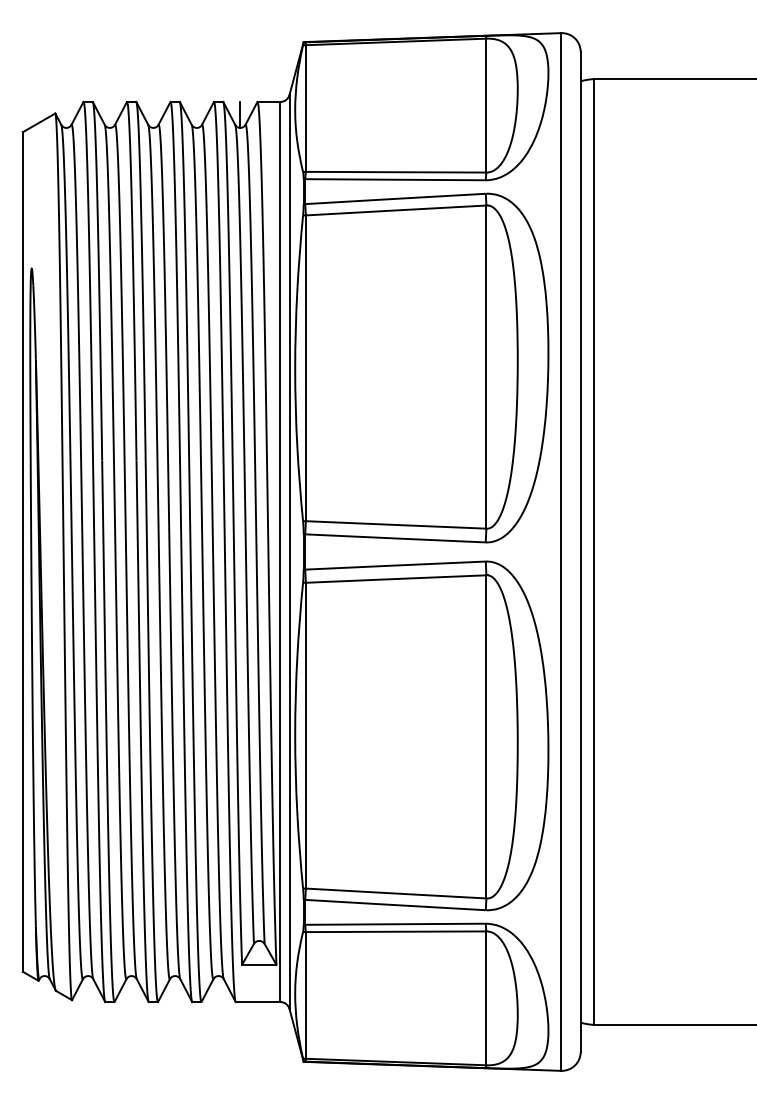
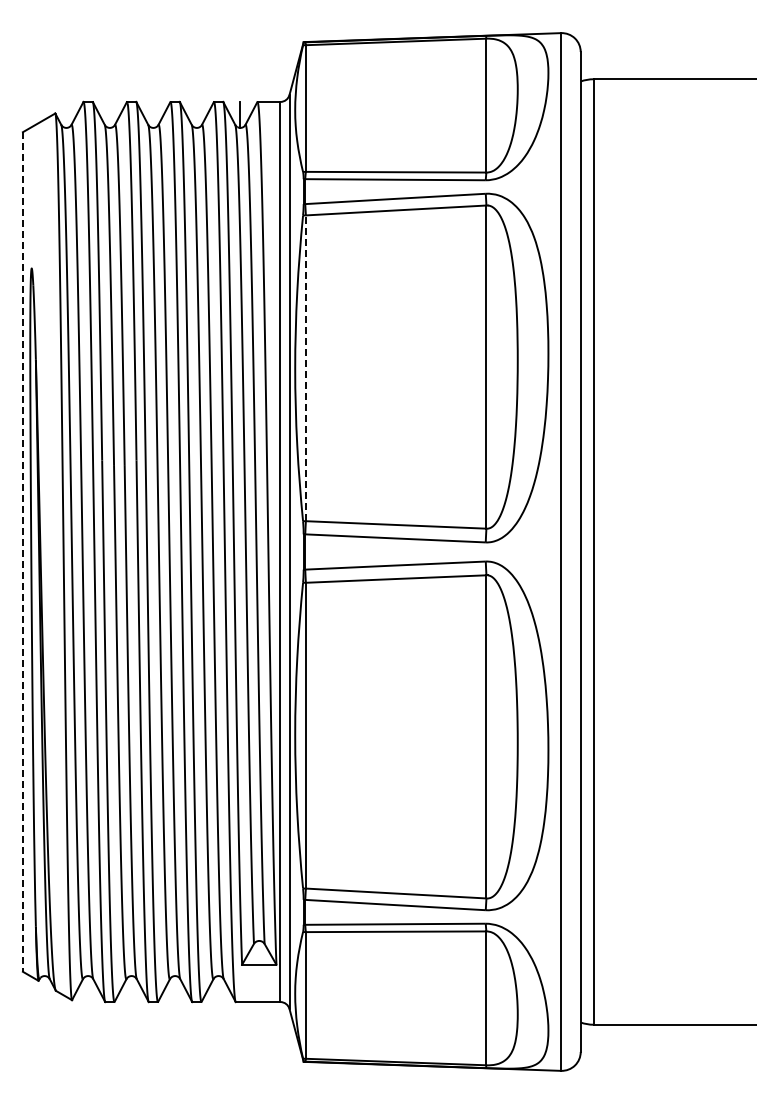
line at (305, 368): solid -> dashed
line at (22, 552): solid -> dashed
